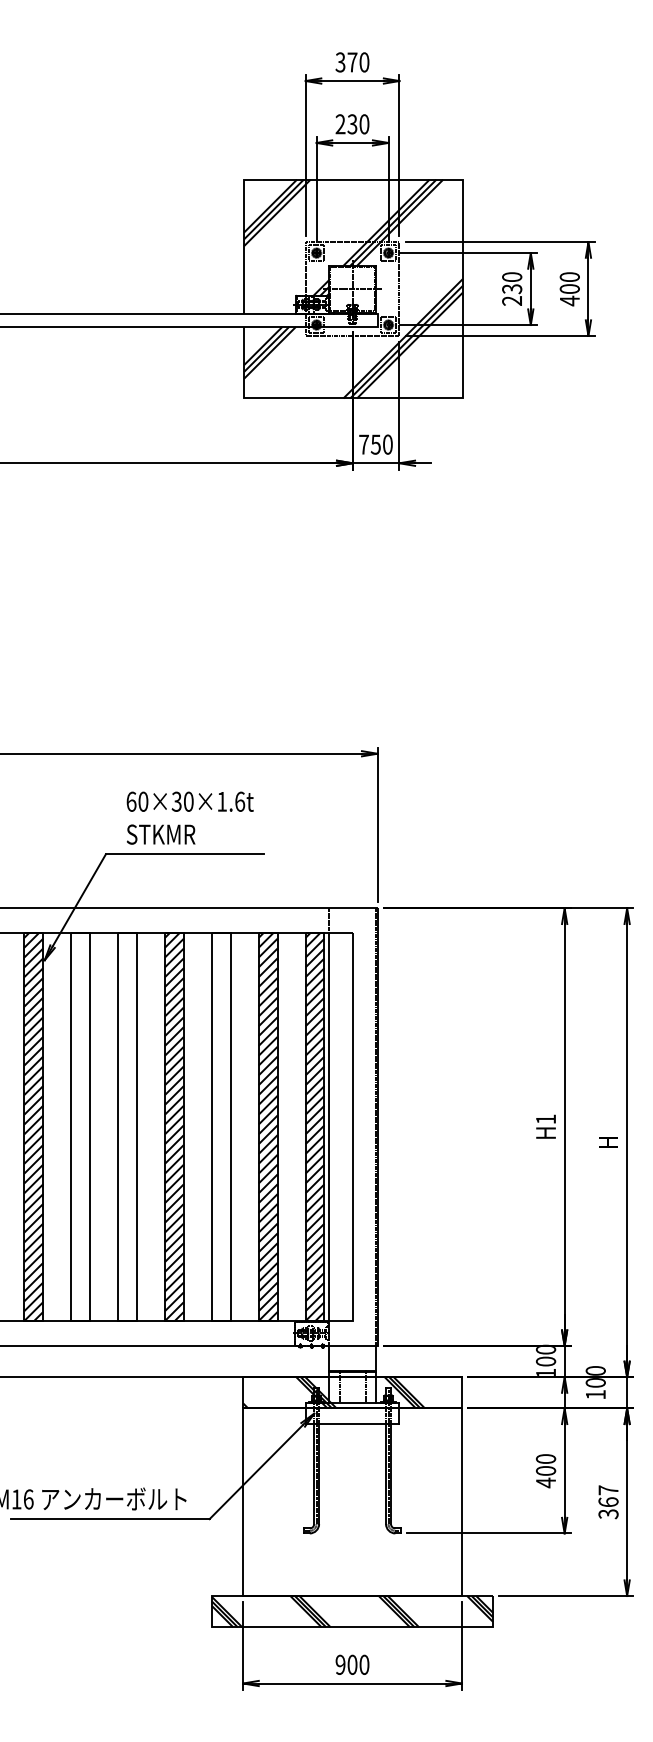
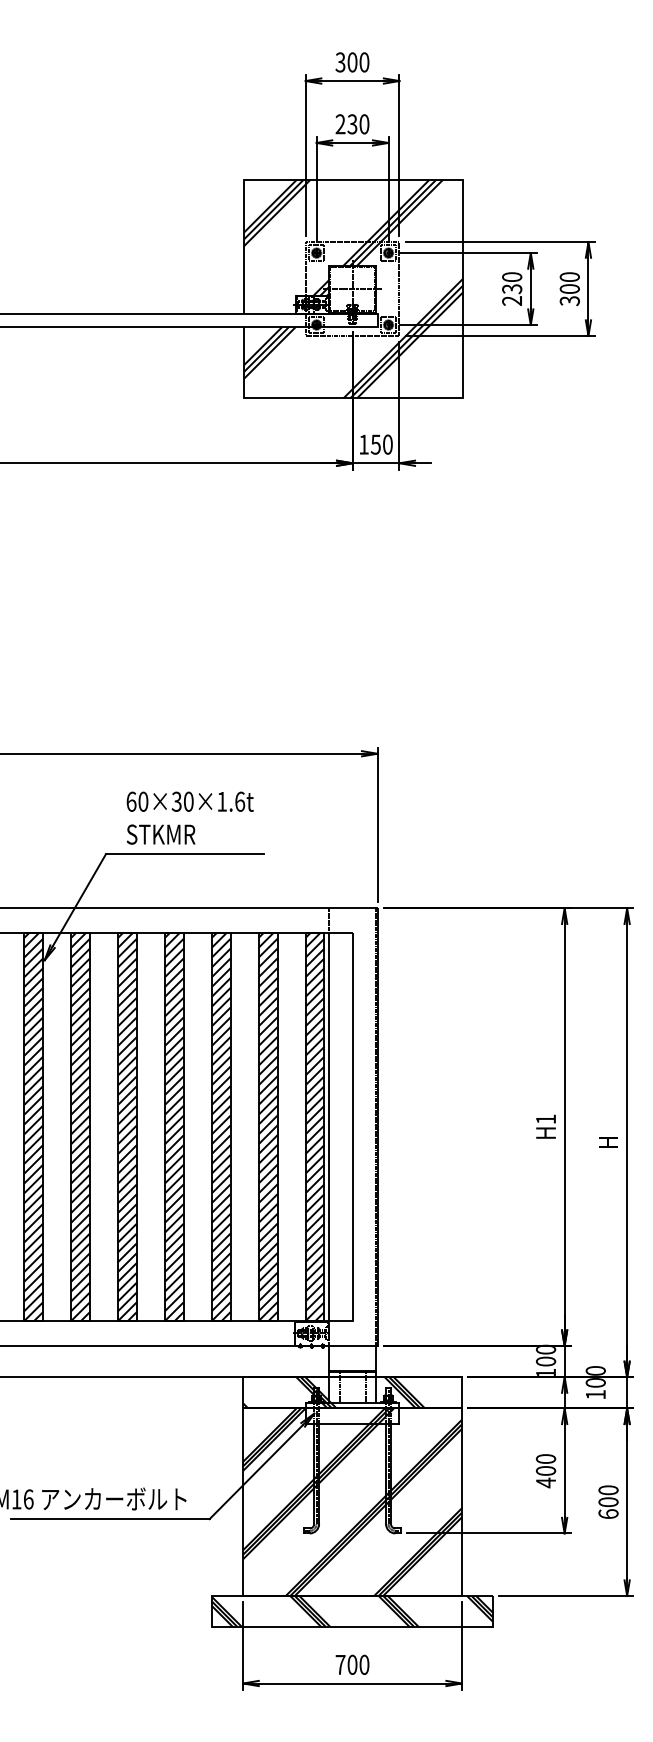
text at (352, 62): 370 -> 300
text at (569, 300): 400 -> 300
text at (363, 444): 750 -> 150
hatch at (80, 1126): none -> present
hatch at (127, 1126): none -> present
hatch at (220, 1126): none -> present
hatch at (352, 1501): none -> present
text at (608, 1502): 367 -> 600
text at (340, 1664): 900 -> 700
